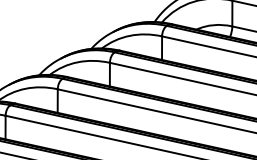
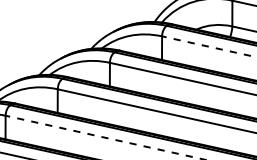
line at (208, 46): solid -> dashed
line at (105, 137): solid -> dashed
